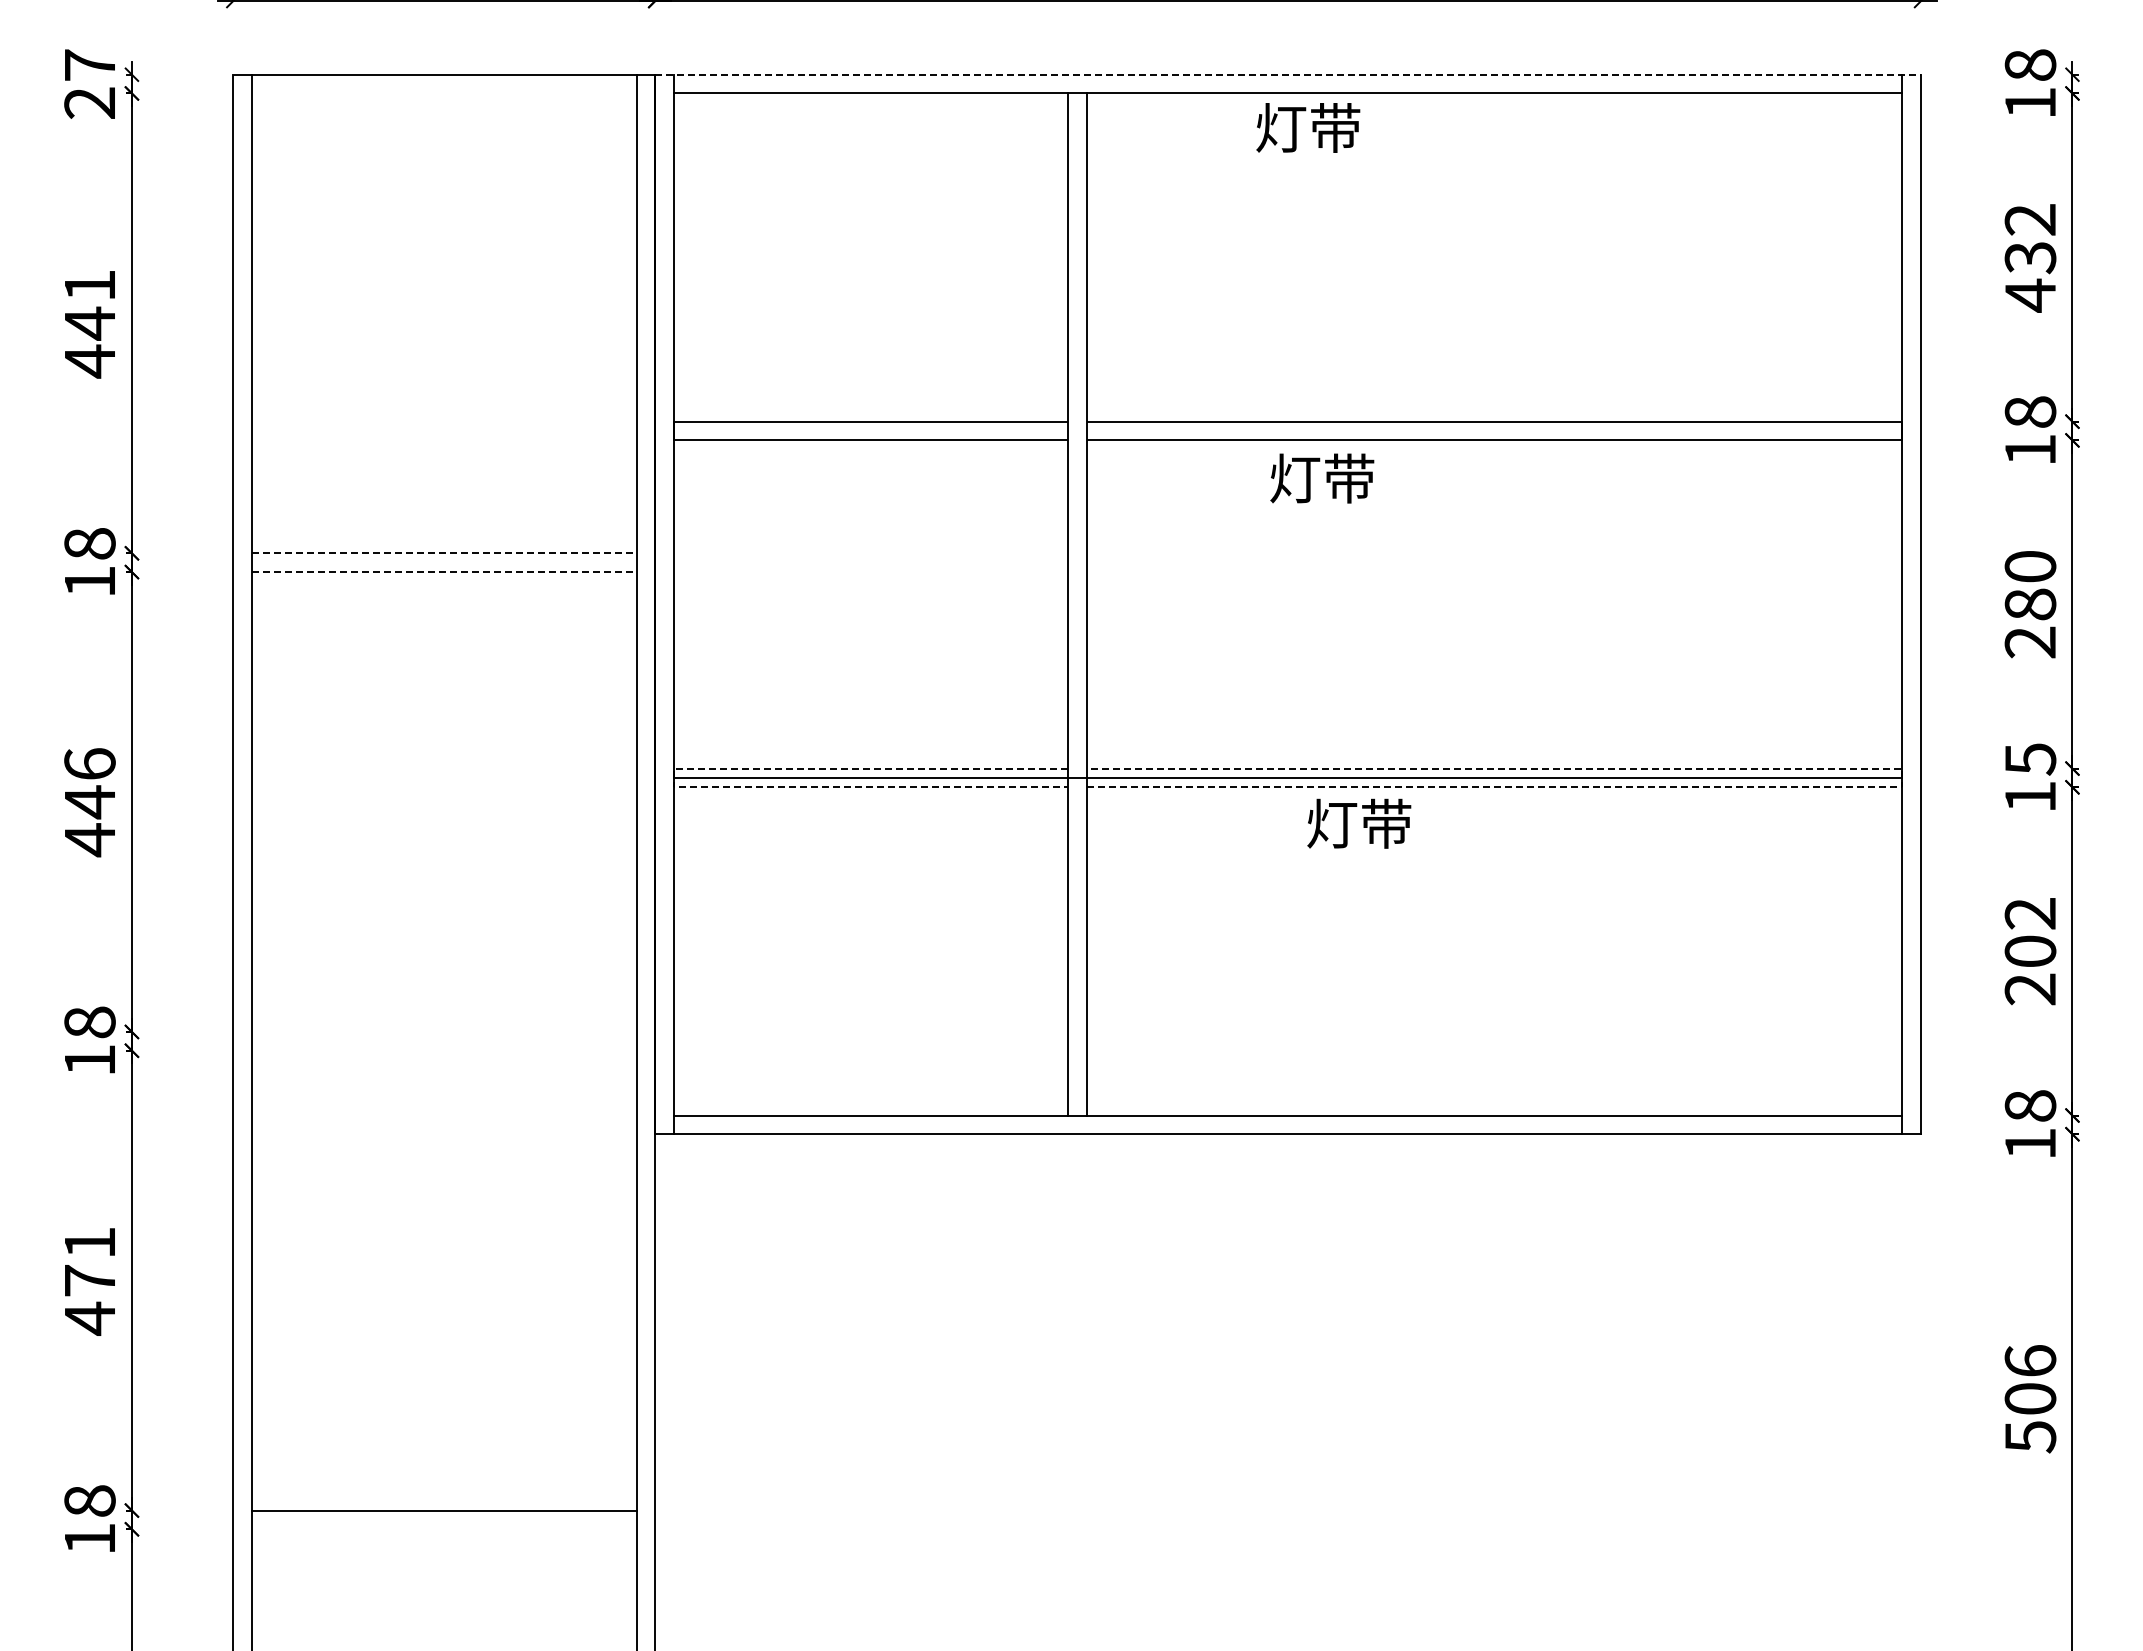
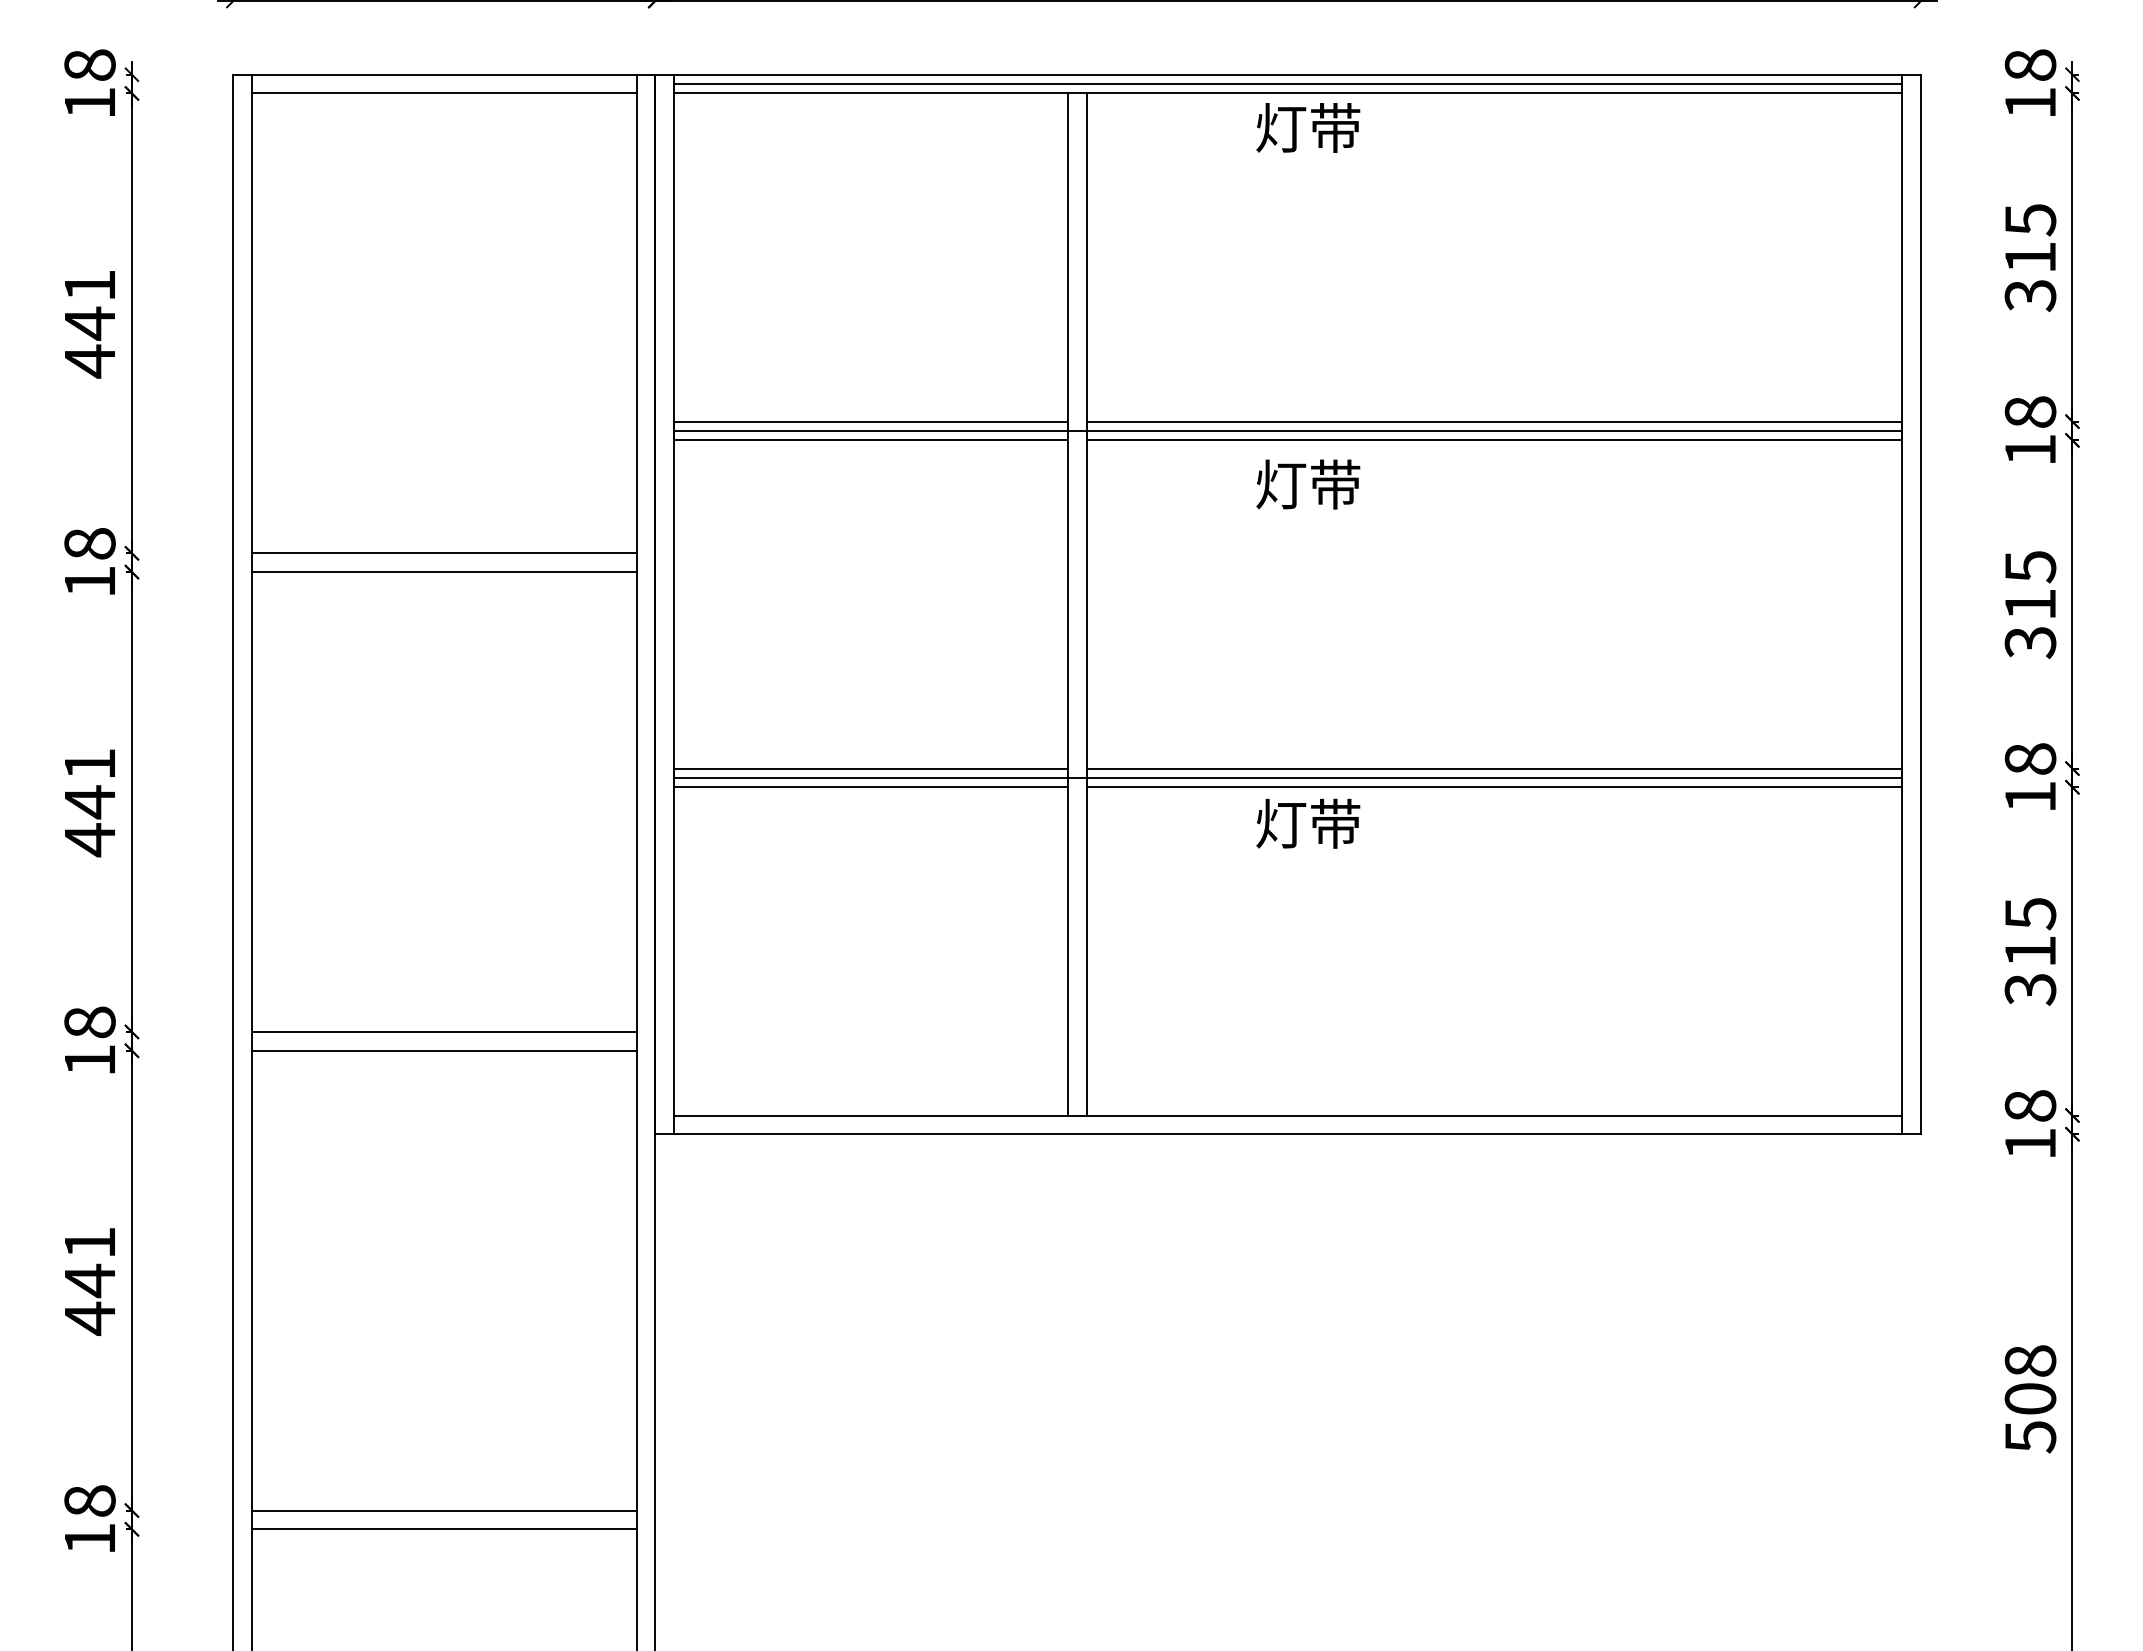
line at (1288, 74): dashed -> solid
text at (89, 83): 27 -> 18
line at (1288, 84): none -> present
line at (444, 93): none -> present
text at (2030, 258): 432 -> 315
line at (1288, 431): none -> present
text at (1322, 478) position: (1322, 478) -> (1308, 484)
line at (444, 553): dashed -> solid
line at (444, 572): dashed -> solid
text at (2030, 605): 280 -> 315
text at (2030, 759): 15 -> 18
text at (89, 763): 446 -> 441
line at (1902, 777): dashed -> solid
line at (674, 778): dashed -> solid
text at (1359, 823) position: (1359, 823) -> (1308, 823)
text at (2030, 951): 202 -> 315
line at (444, 1031): none -> present
line at (444, 1050): none -> present
text at (89, 1280): 471 -> 441
text at (2030, 1360): 506 -> 508
line at (444, 1529): none -> present
